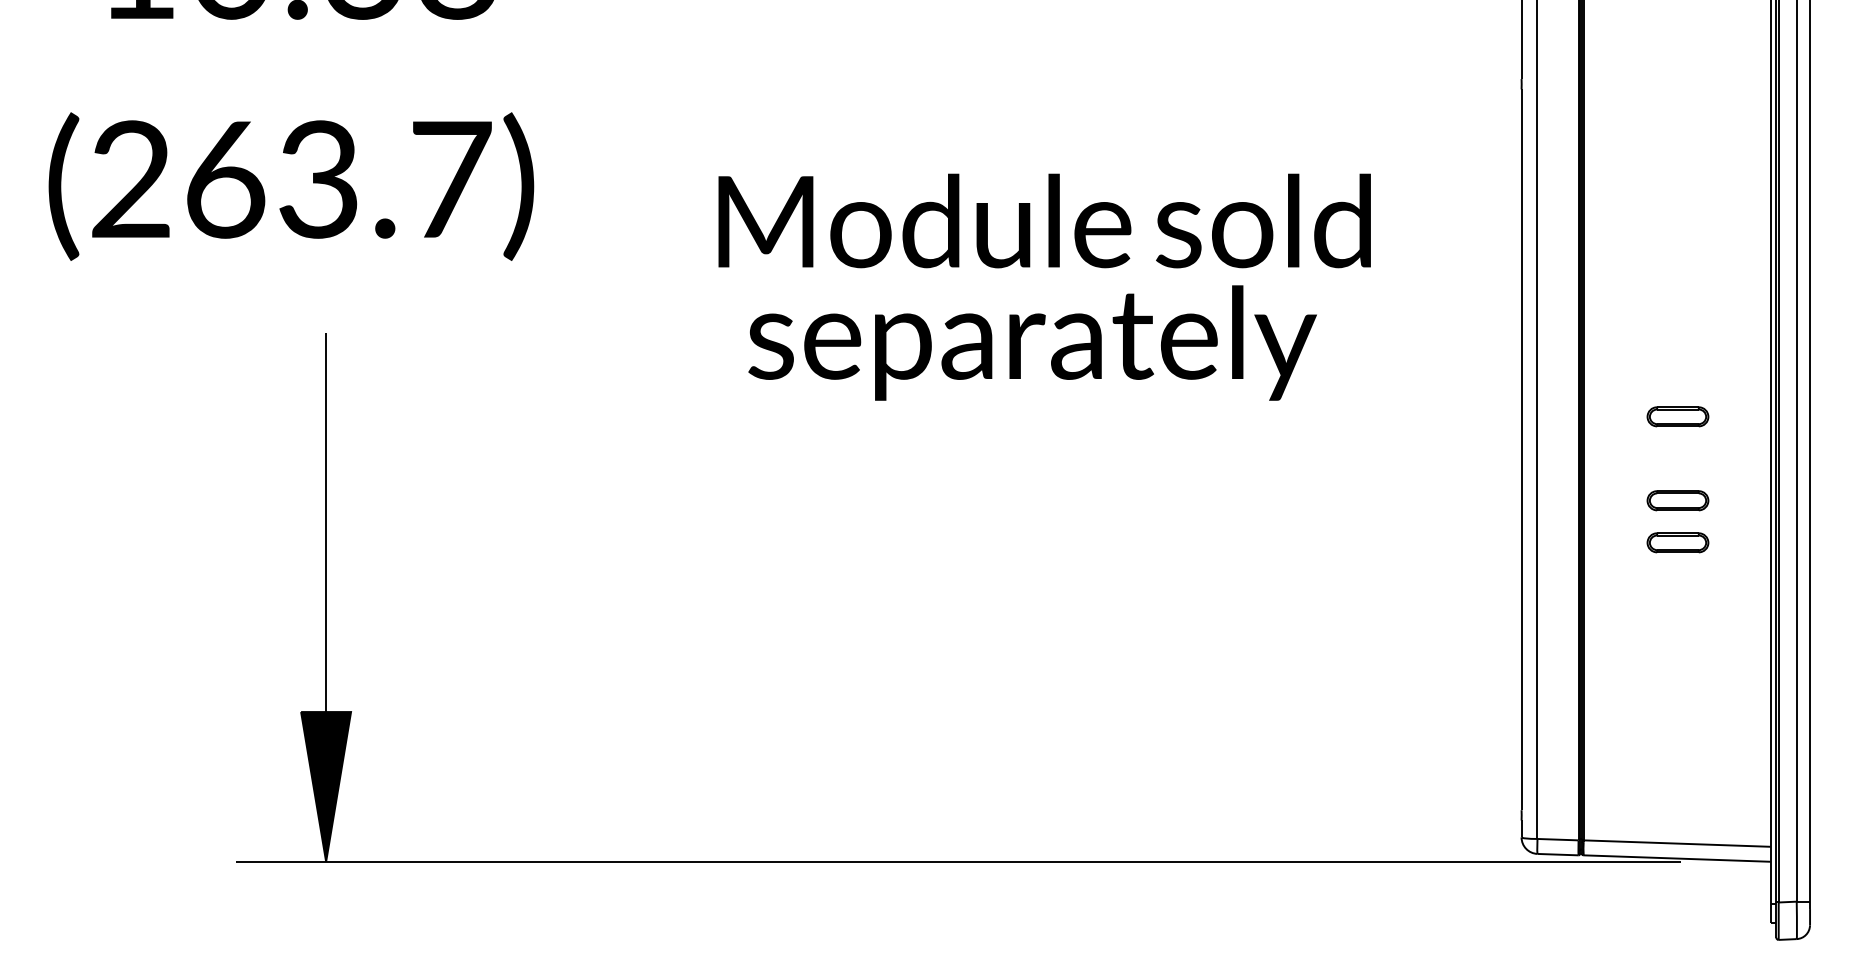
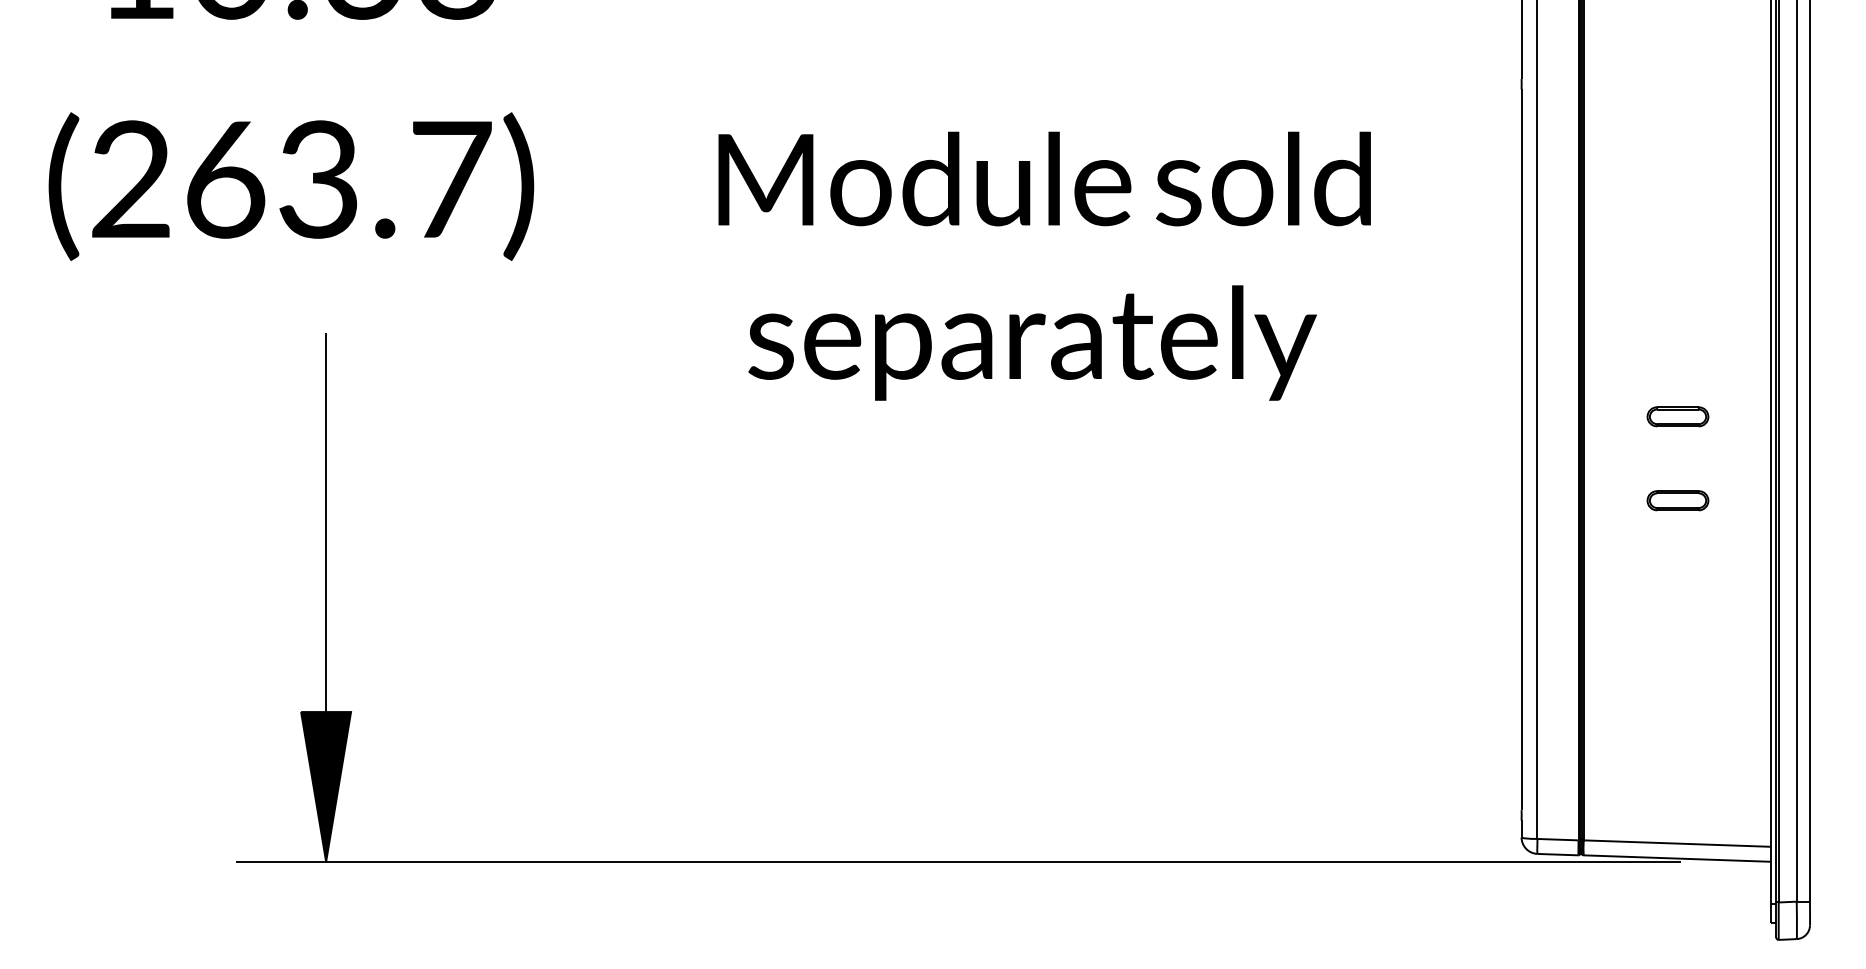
text at (1044, 220) position: (1044, 220) -> (1044, 178)
part at (1677, 542): present -> none
